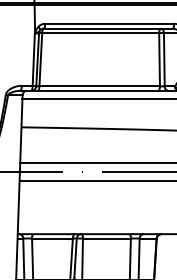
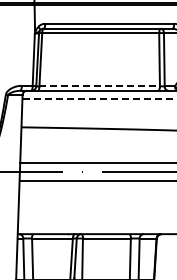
line at (100, 86): solid -> dashed
line at (99, 98): solid -> dashed
